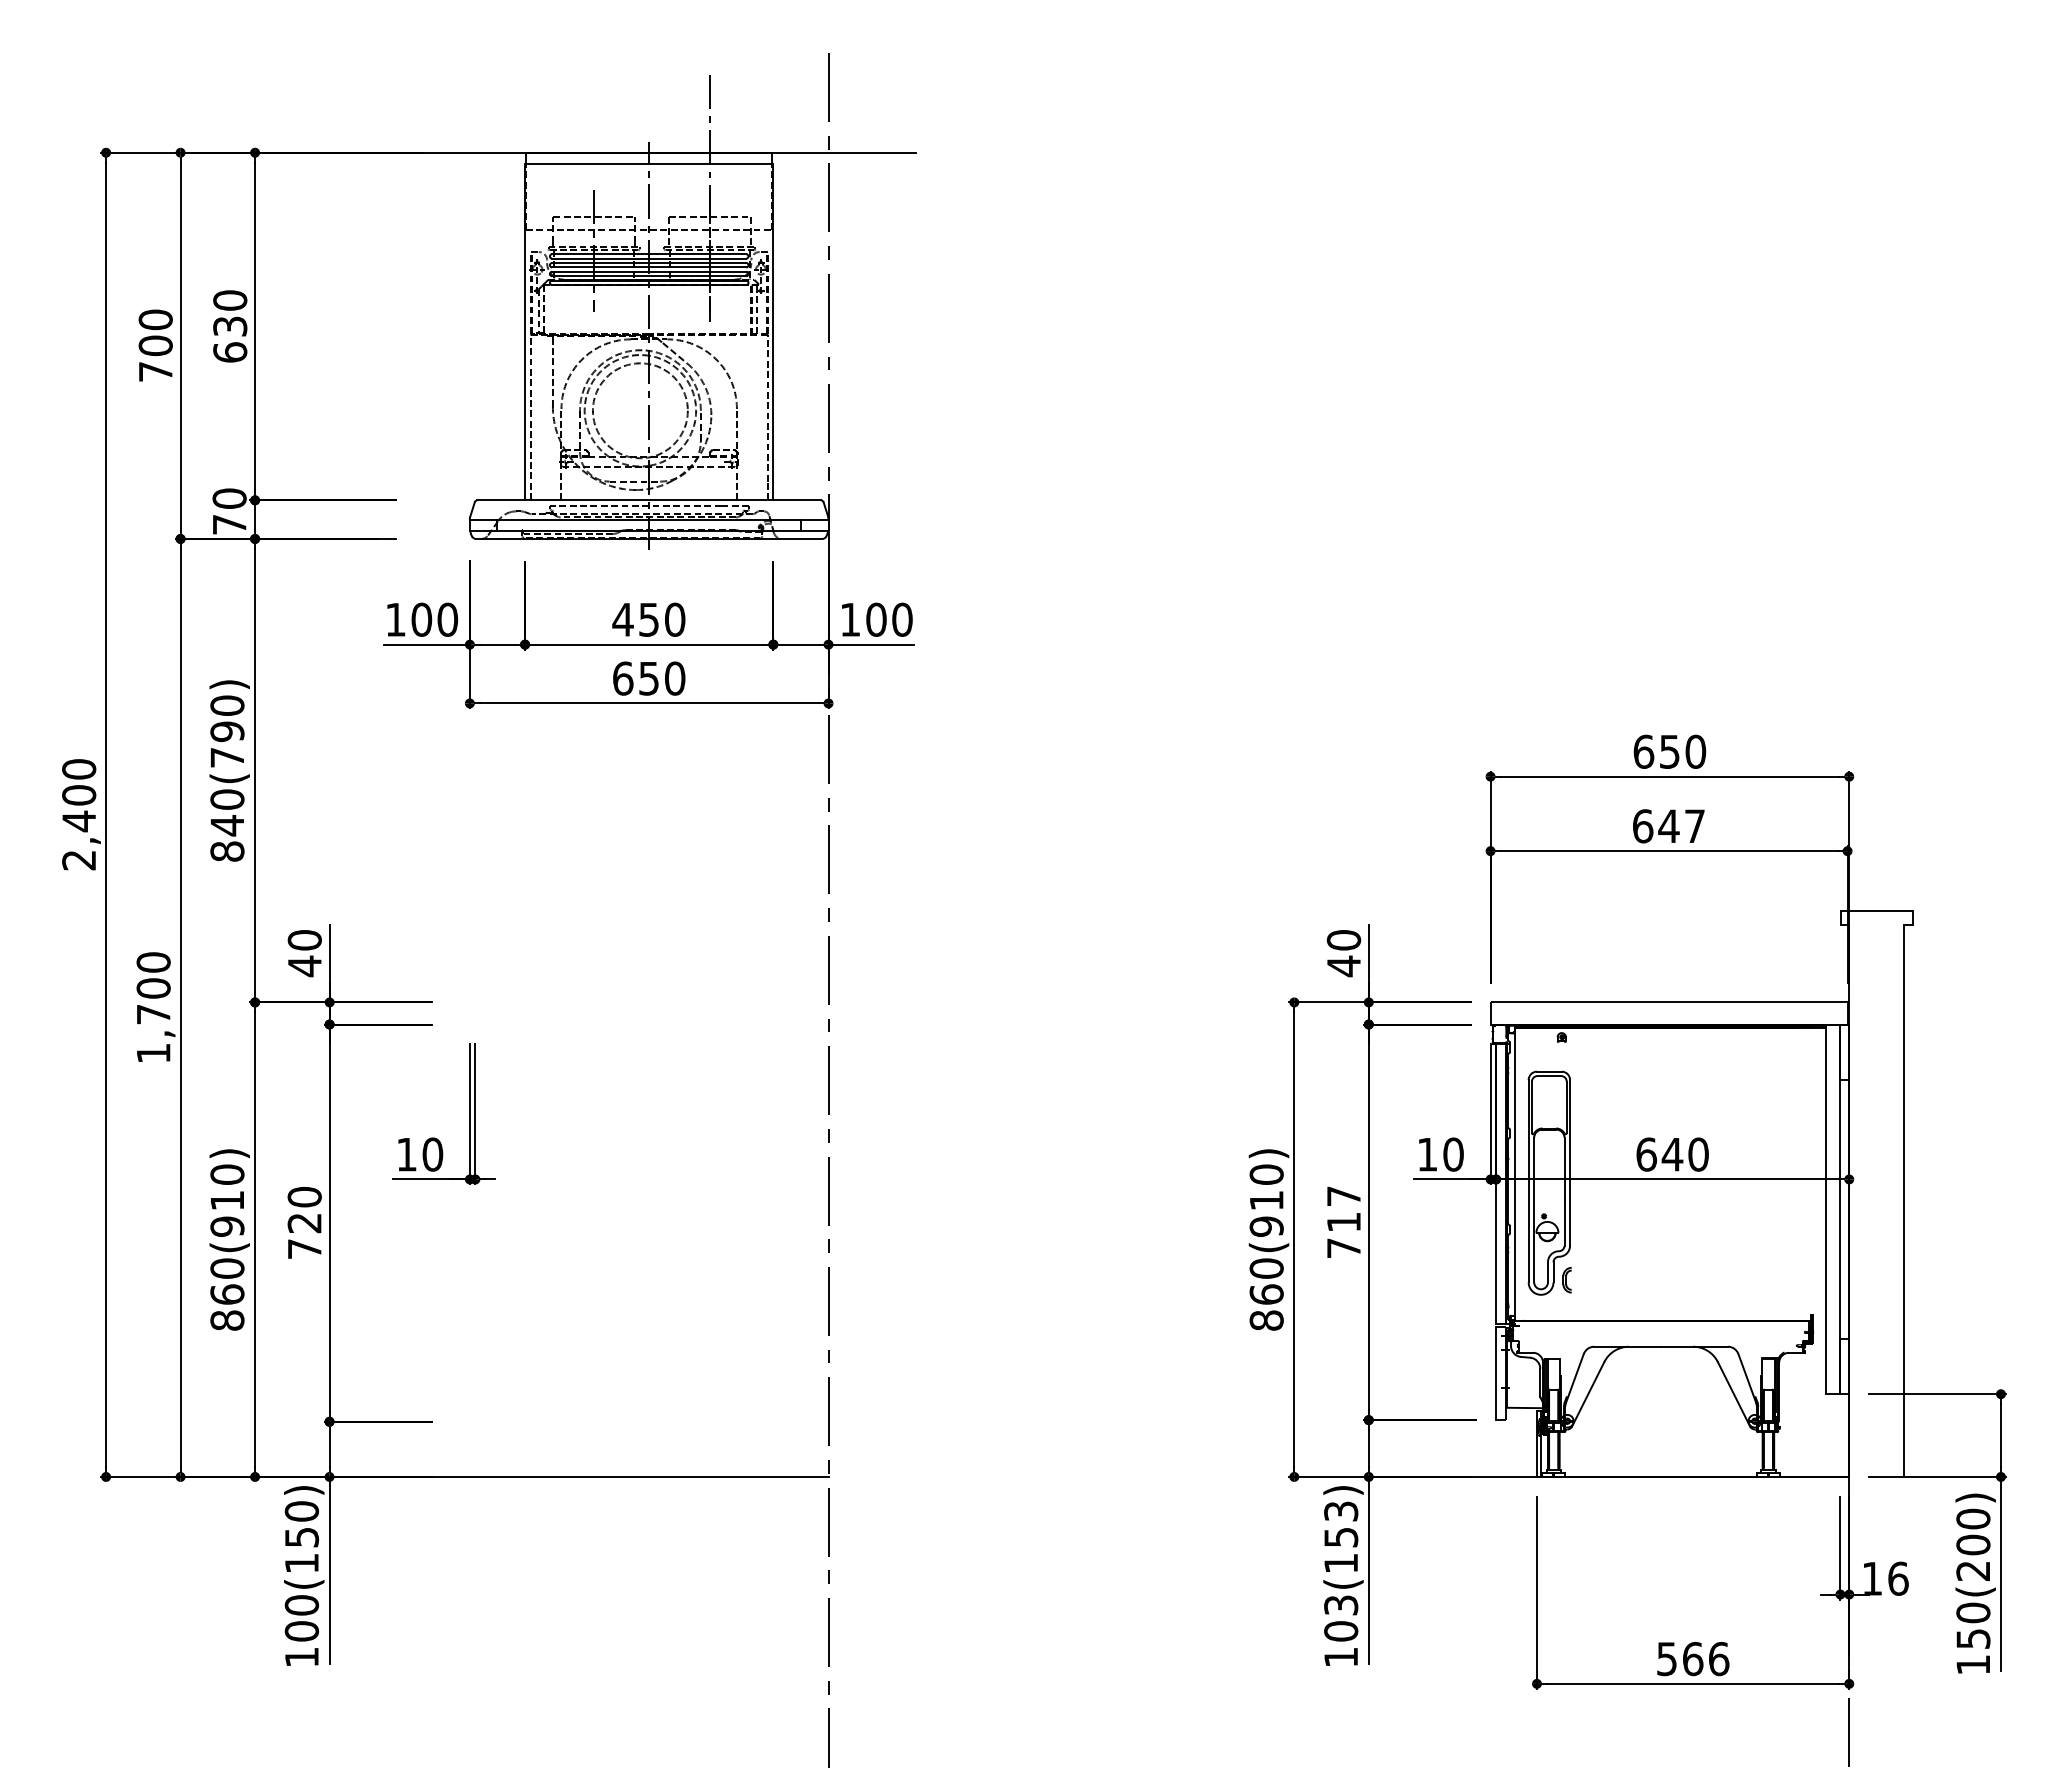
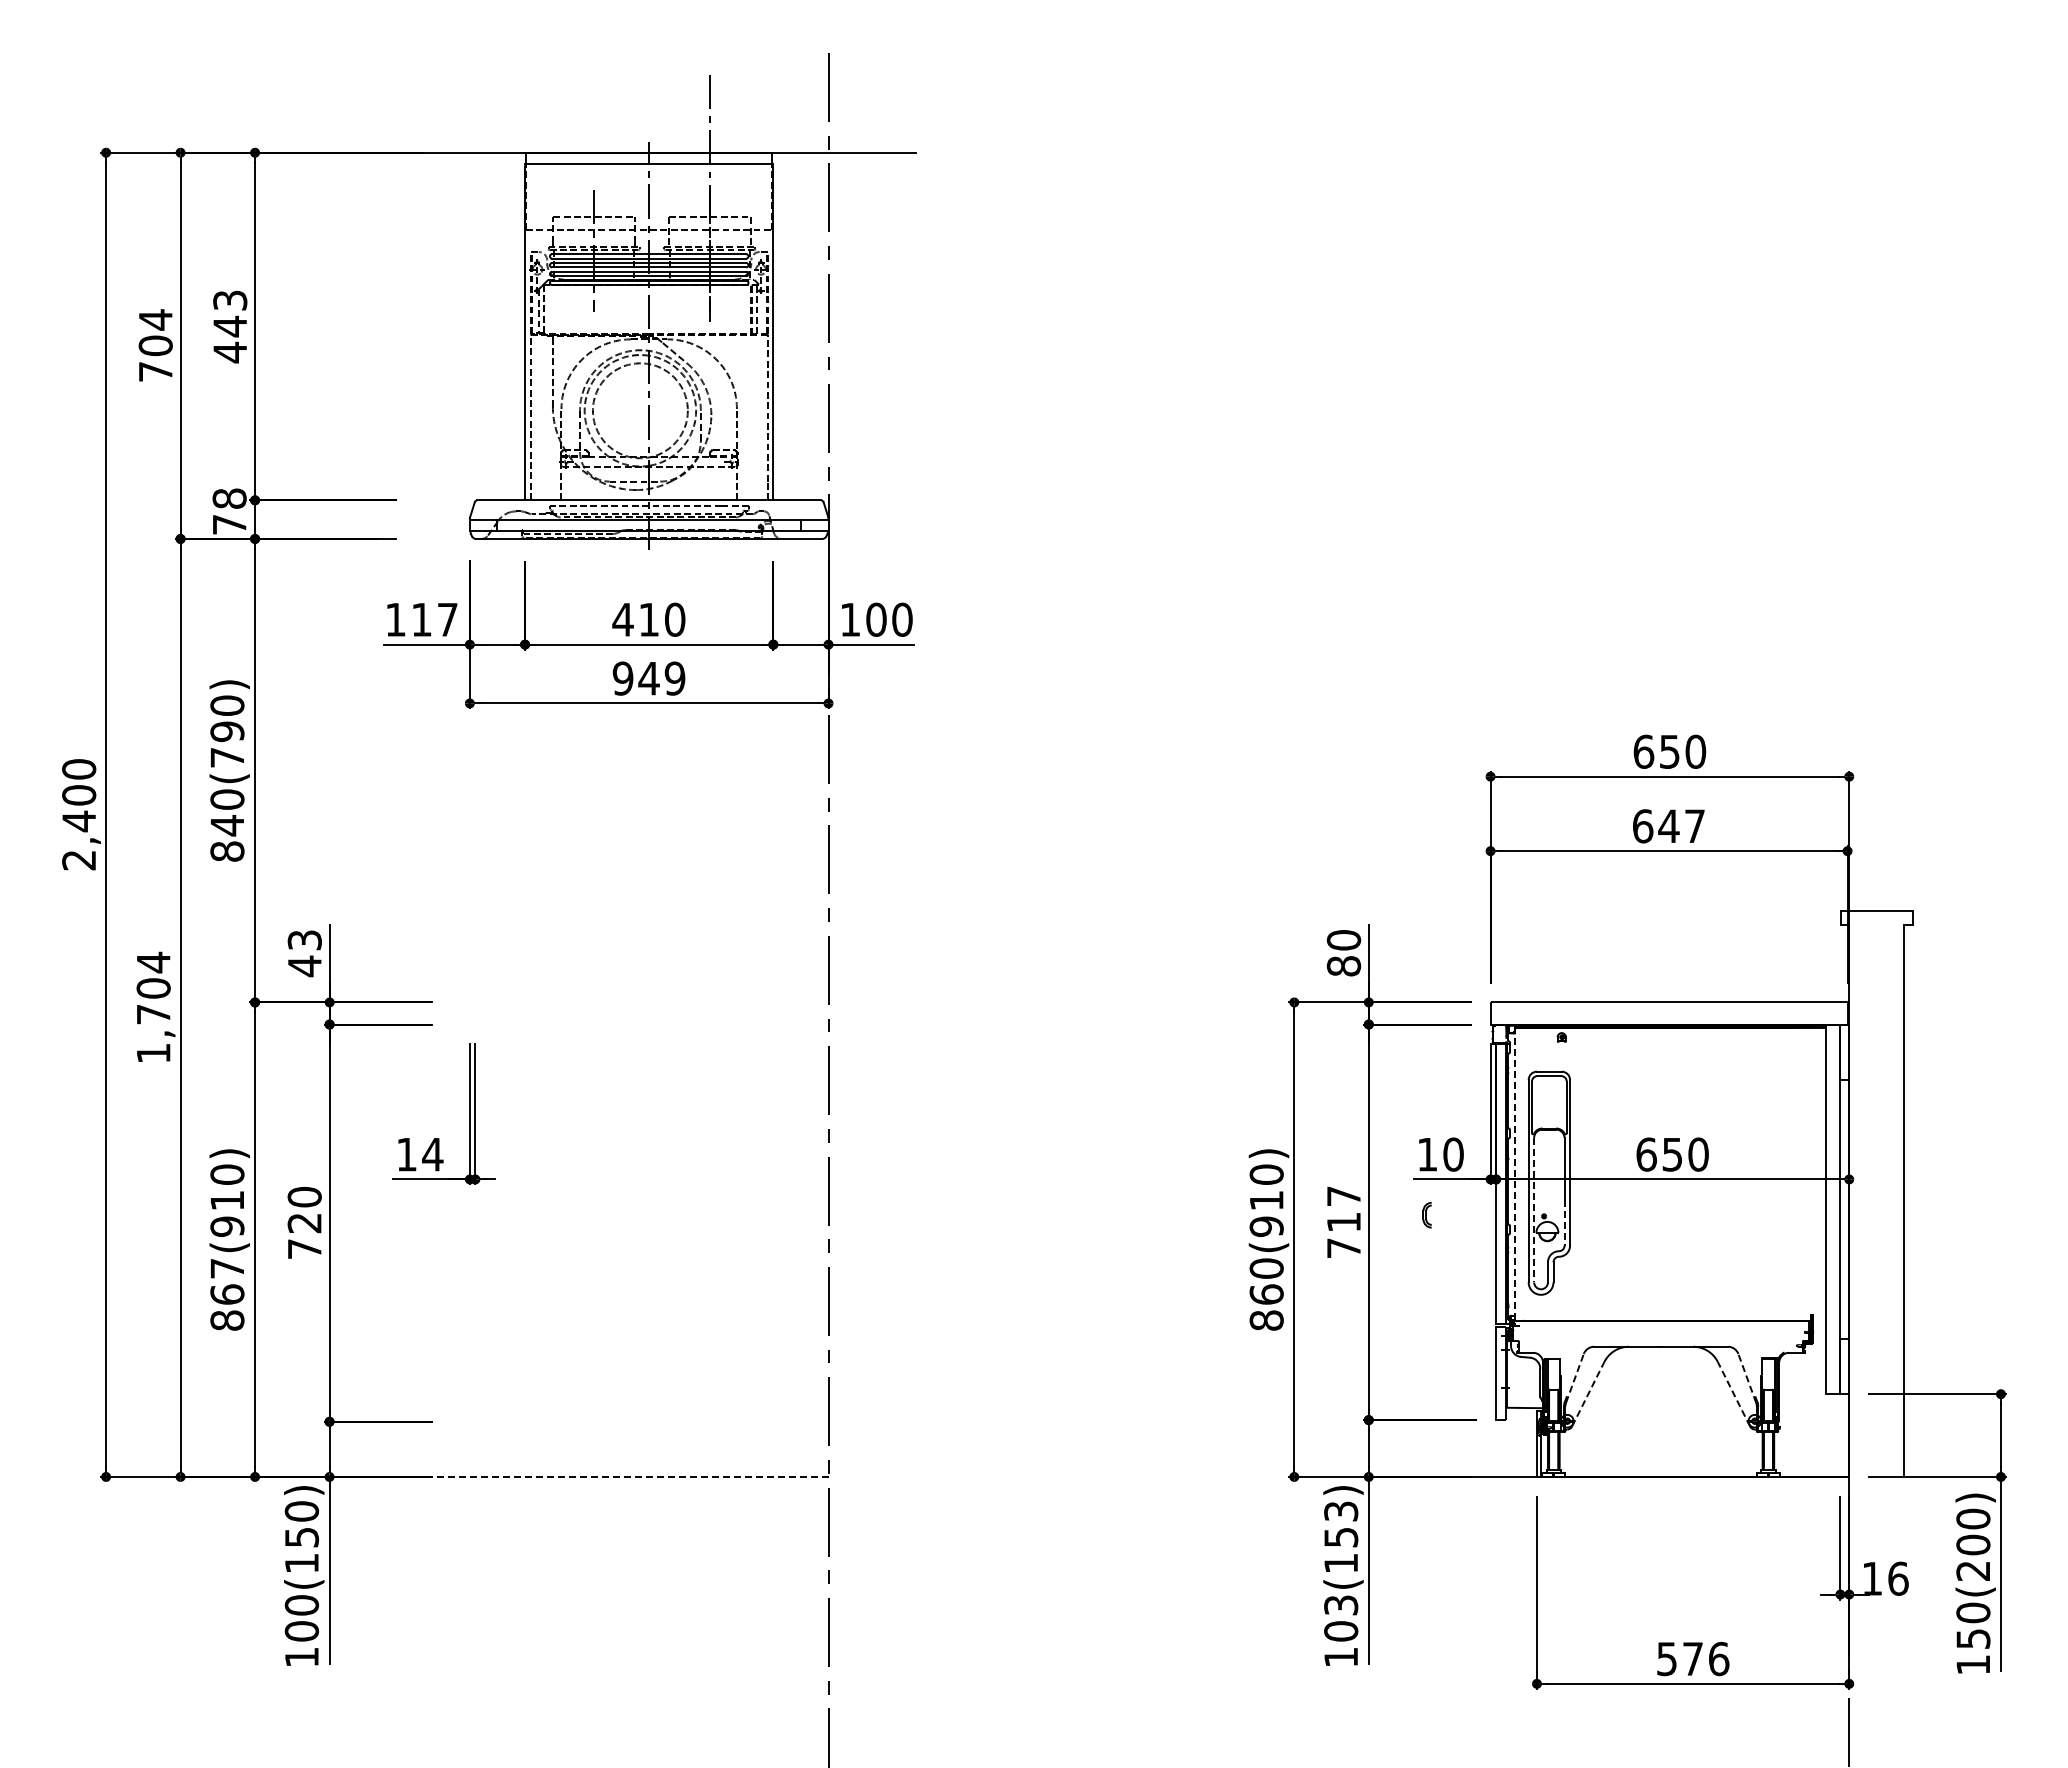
text at (155, 319): 700 -> 704
text at (230, 326): 630 -> 443
text at (229, 498): 70 -> 78
text at (434, 619): 100 -> 117
text at (648, 619): 450 -> 410
text at (648, 678): 650 -> 949
text at (304, 940): 40 -> 43
text at (153, 962): 1,700 -> 1,704
text at (1343, 966): 40 -> 80
text at (432, 1154): 10 -> 14
text at (1672, 1154): 640 -> 650
line at (1514, 1173): solid -> dashed
line at (1534, 1210): solid -> dashed
line at (1564, 1222): solid -> dashed
text at (227, 1268): 860(910) -> 867(910)
part at (1566, 1280) position: (1566, 1280) -> (1426, 1215)
line at (1574, 1378): solid -> dashed
line at (1747, 1378): solid -> dashed
line at (1588, 1393): solid -> dashed
line at (1733, 1393): solid -> dashed
line at (616, 1476): solid -> dashed
text at (1693, 1659): 566 -> 576
